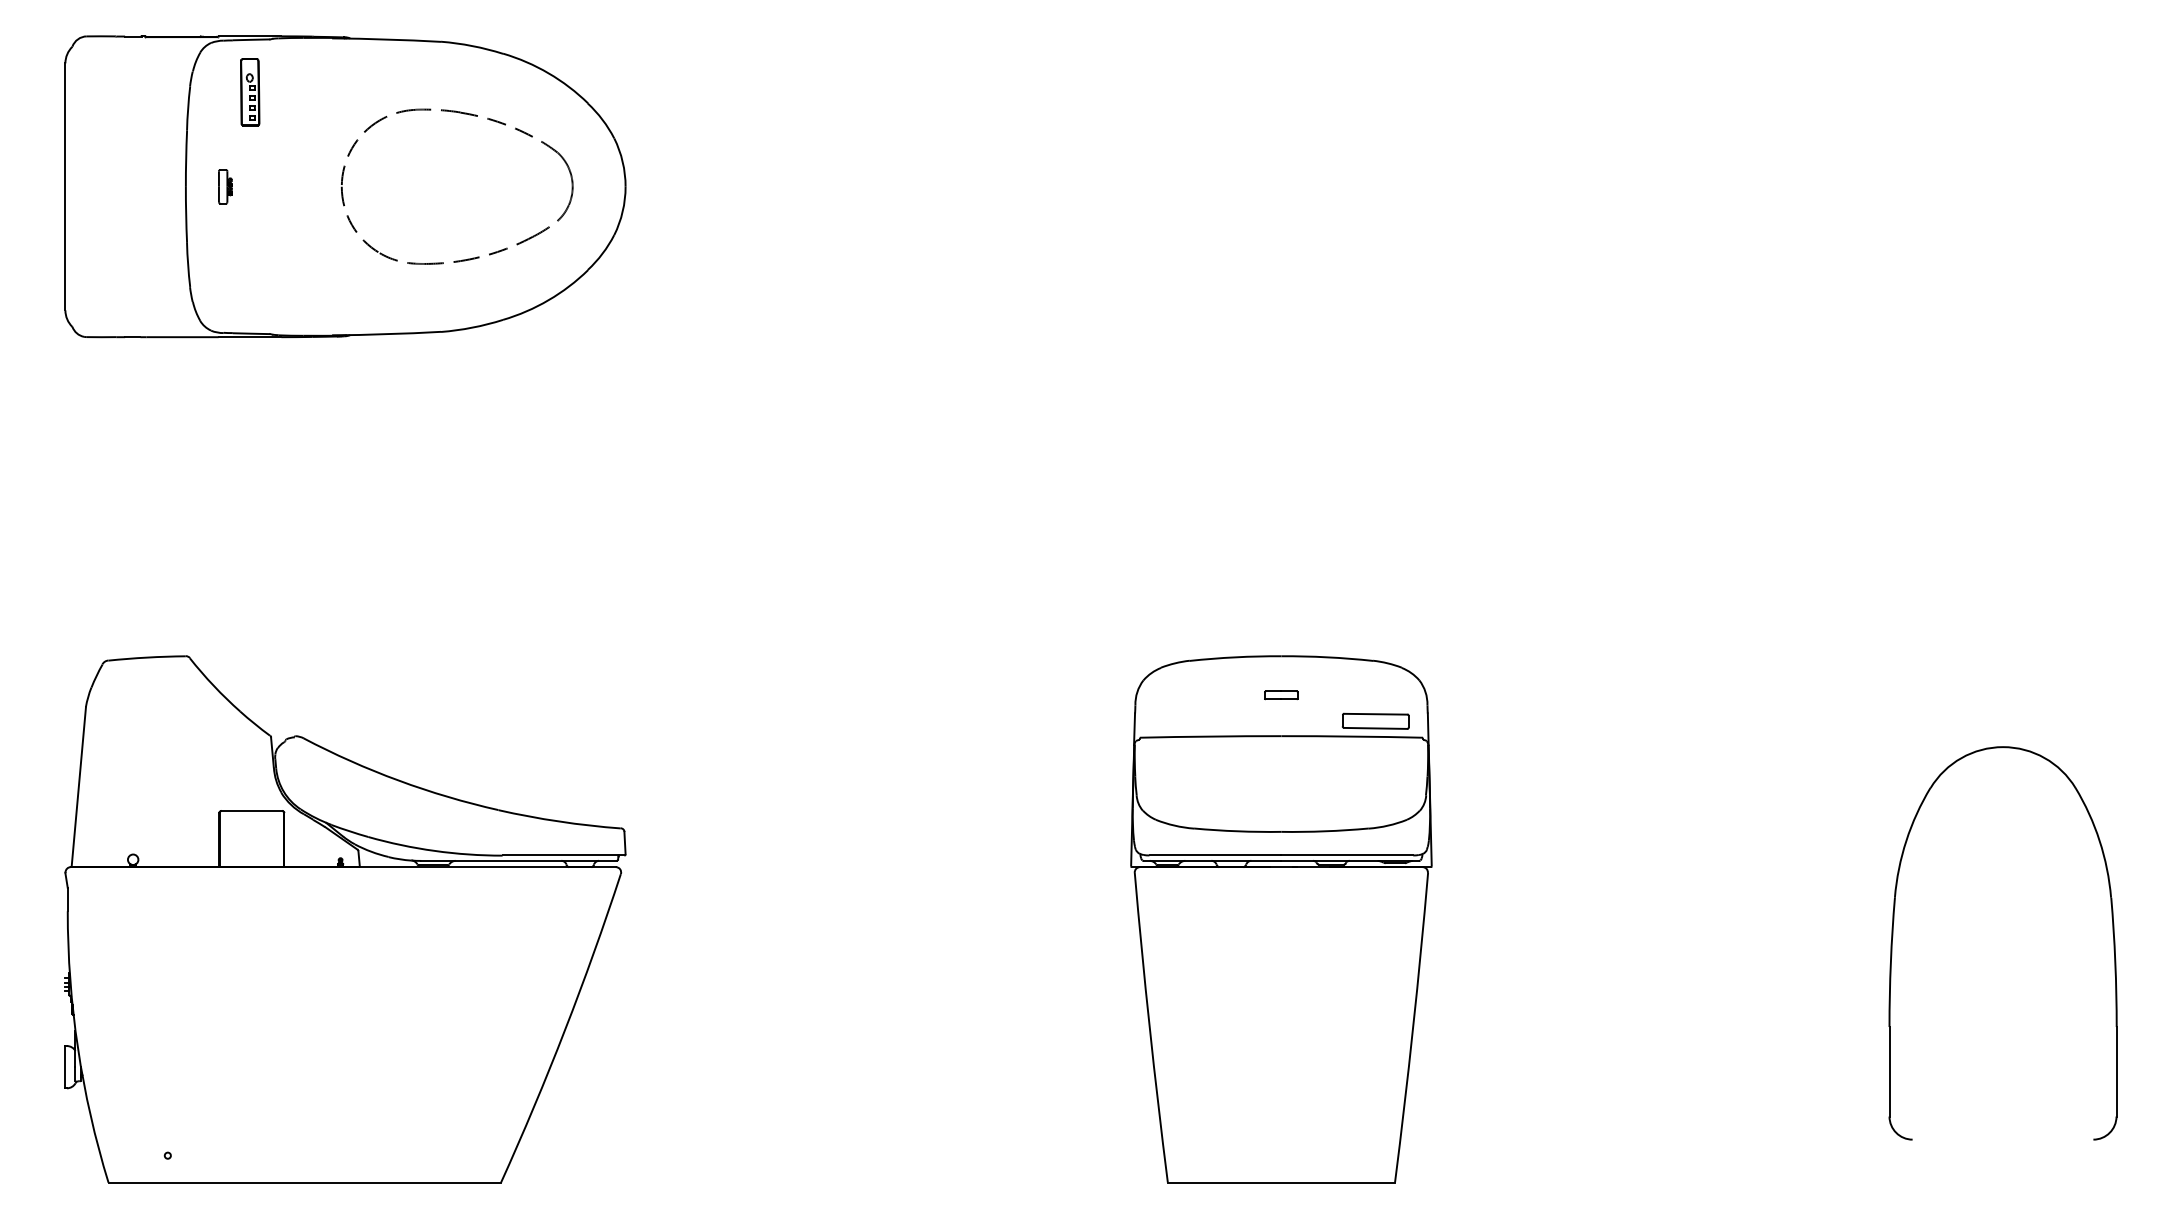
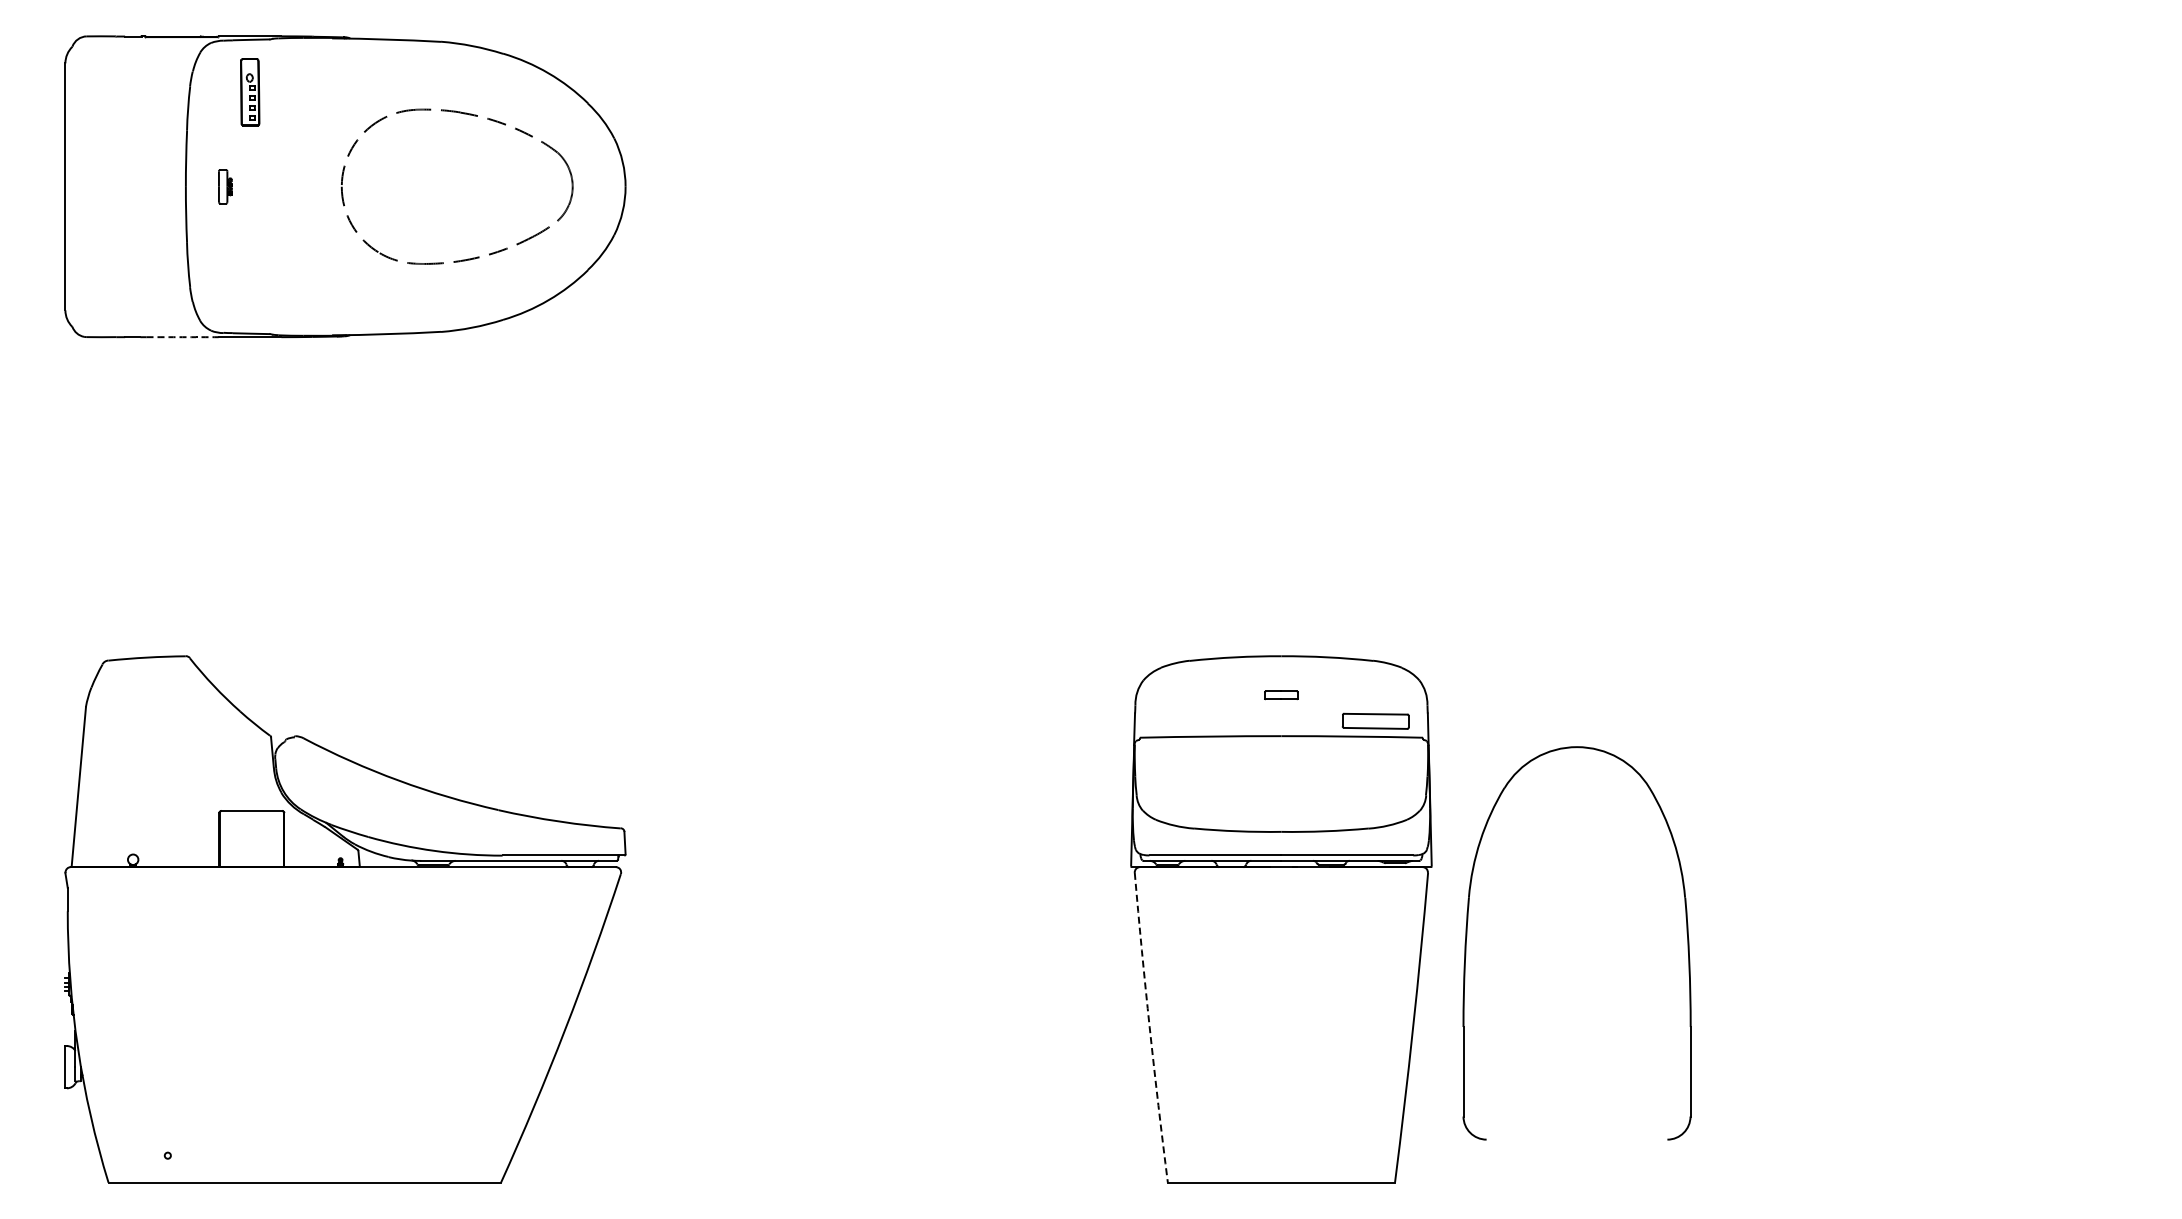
arc at (182, 337): solid -> dashed
part at (1893, 937) position: (1893, 937) -> (1467, 937)
arc at (1149, 1027): solid -> dashed
